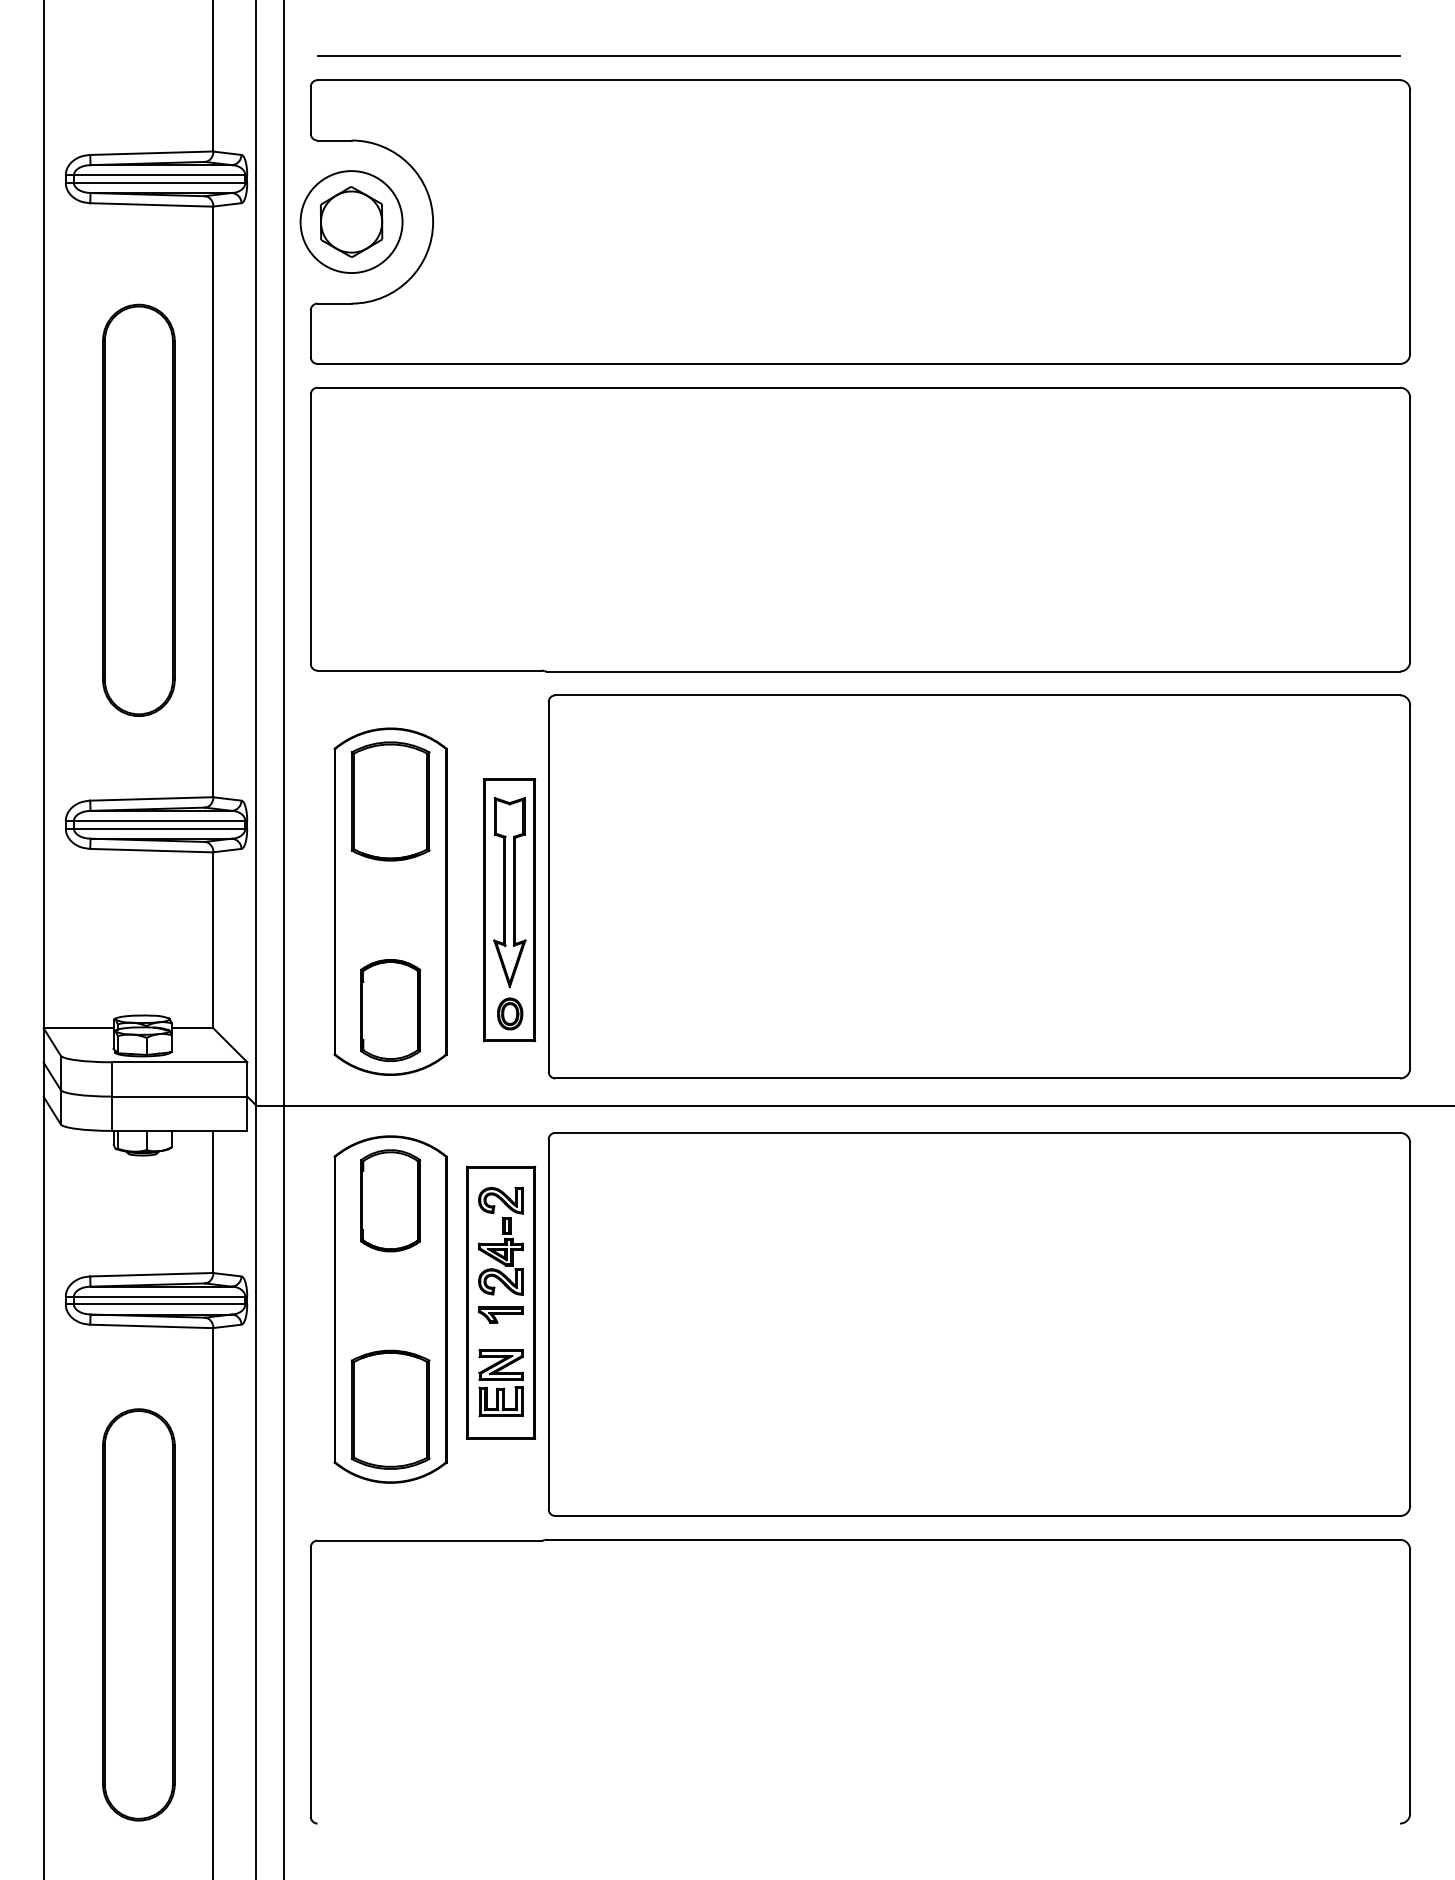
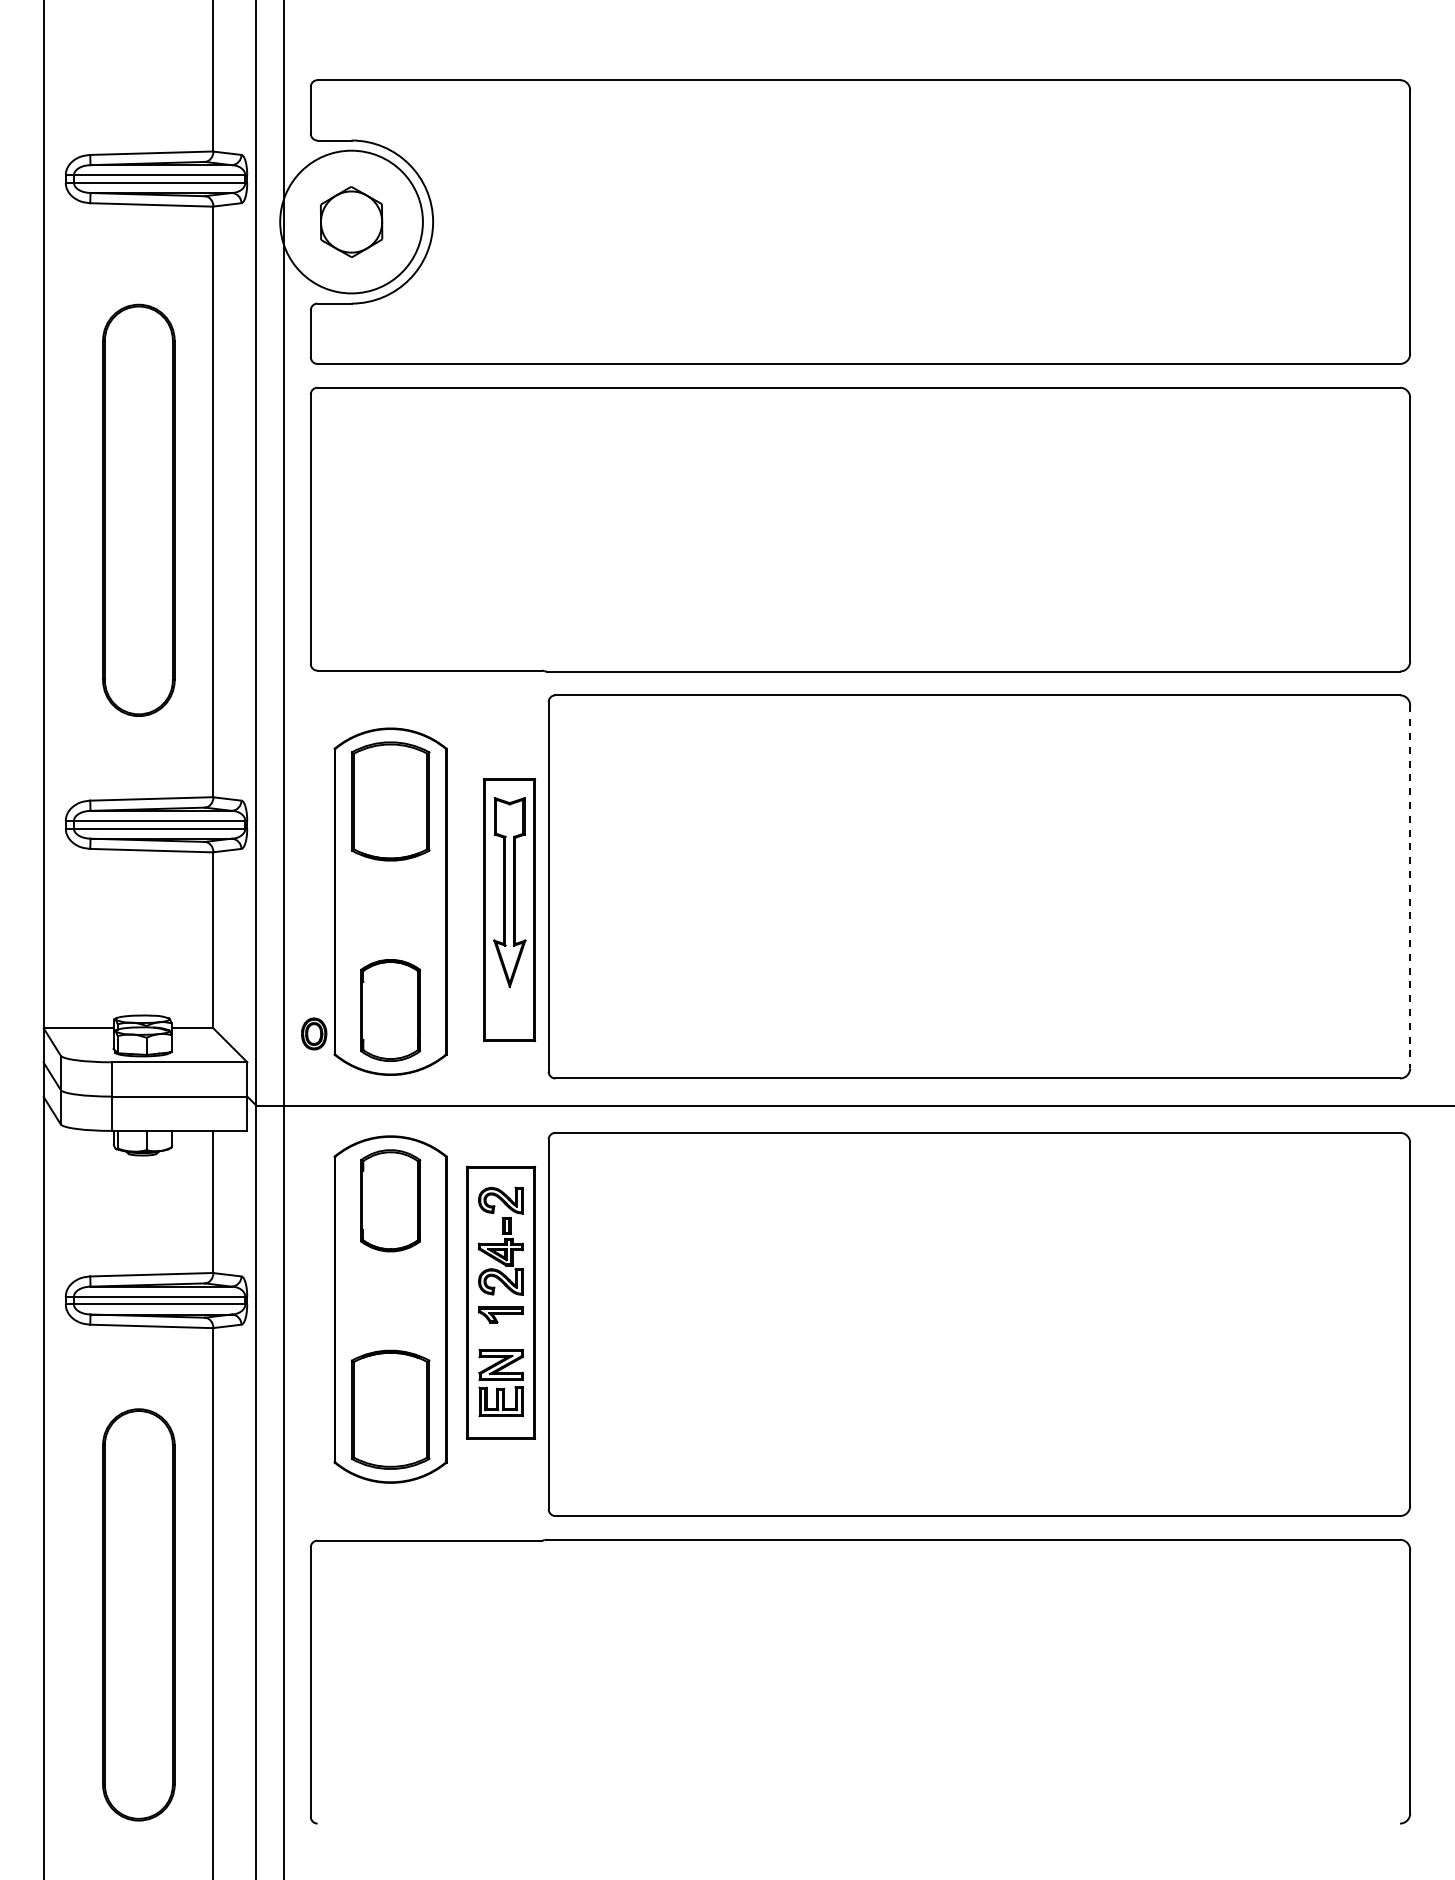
line at (858, 56): present -> none
circle at (351, 222) diameter: 102 px -> 143 px
line at (1410, 887): solid -> dashed
part at (510, 1013) position: (510, 1013) -> (314, 1033)
